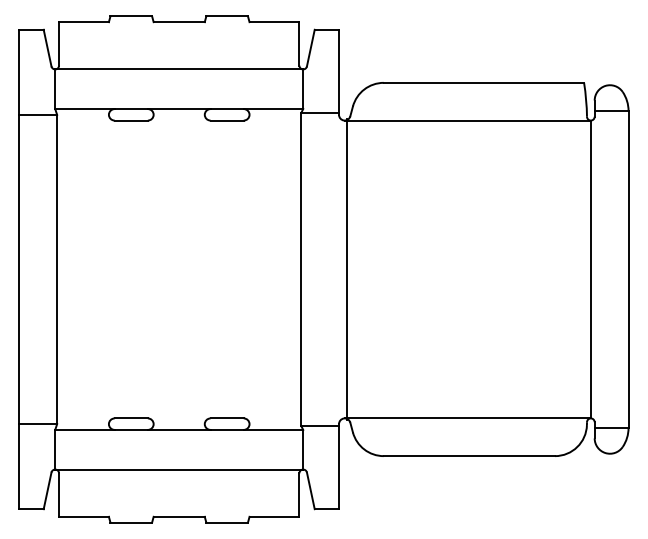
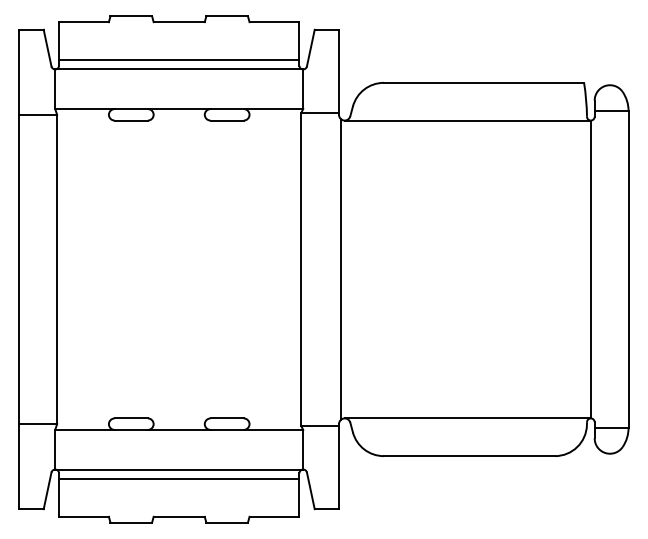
line at (179, 59): none -> present
line at (346, 269) position: (346, 269) -> (340, 269)
line at (179, 479): none -> present
